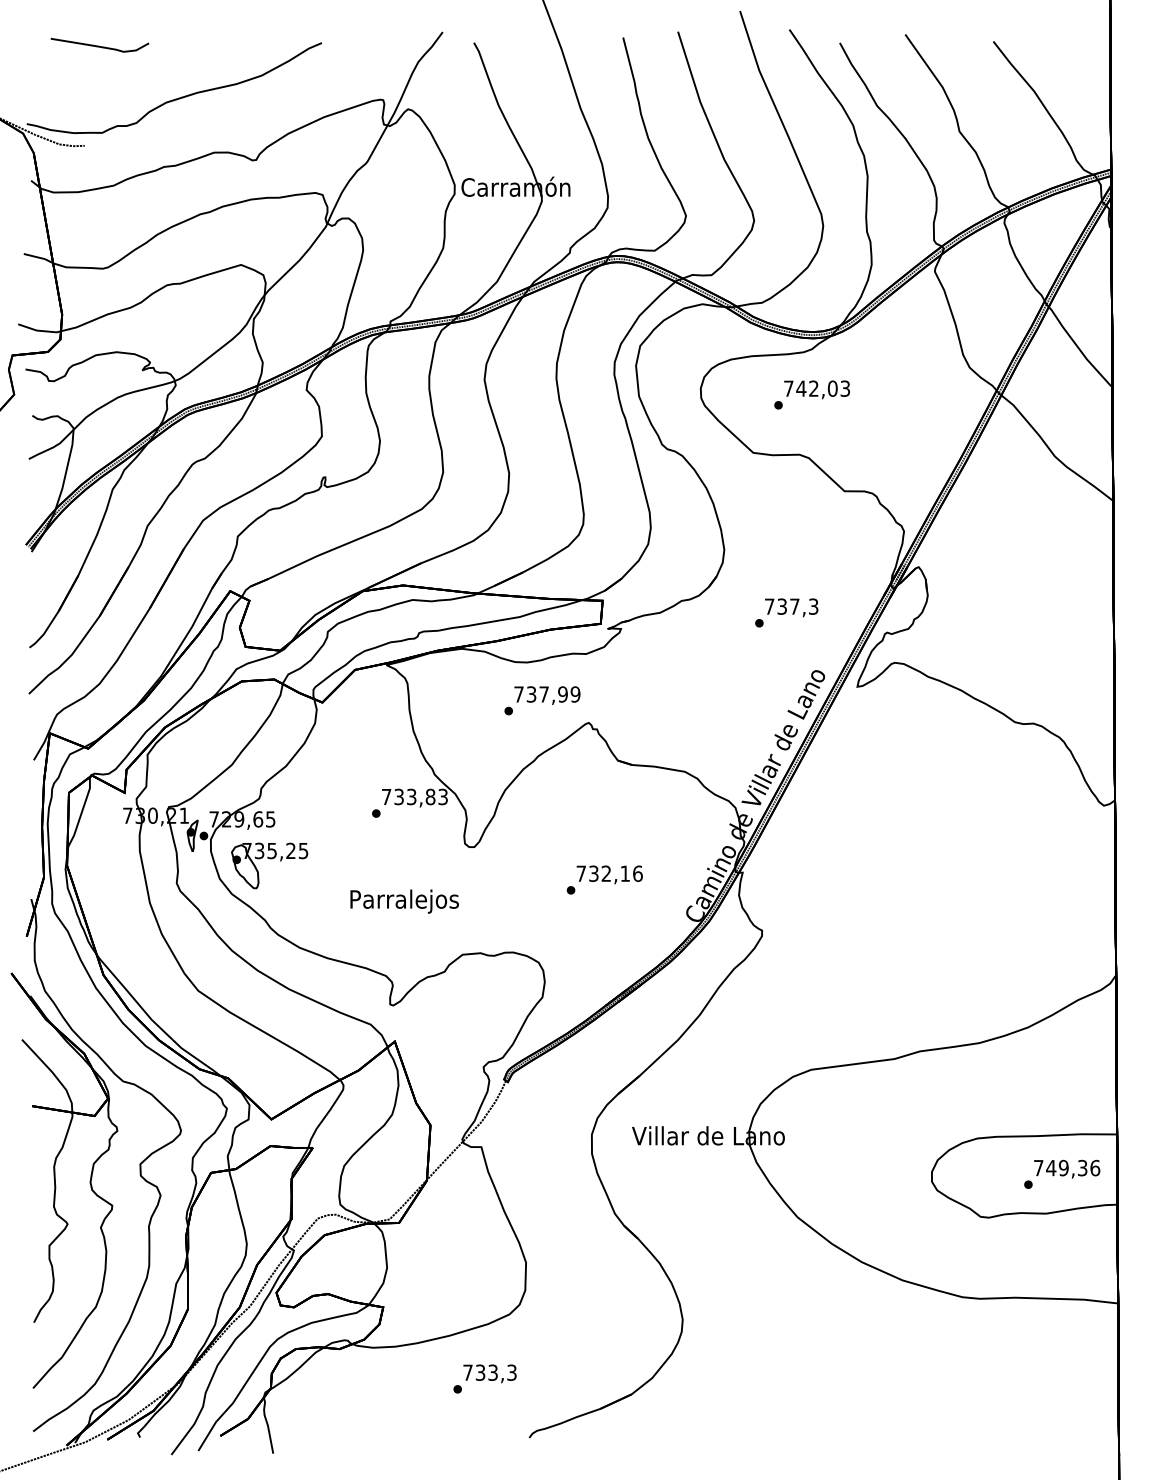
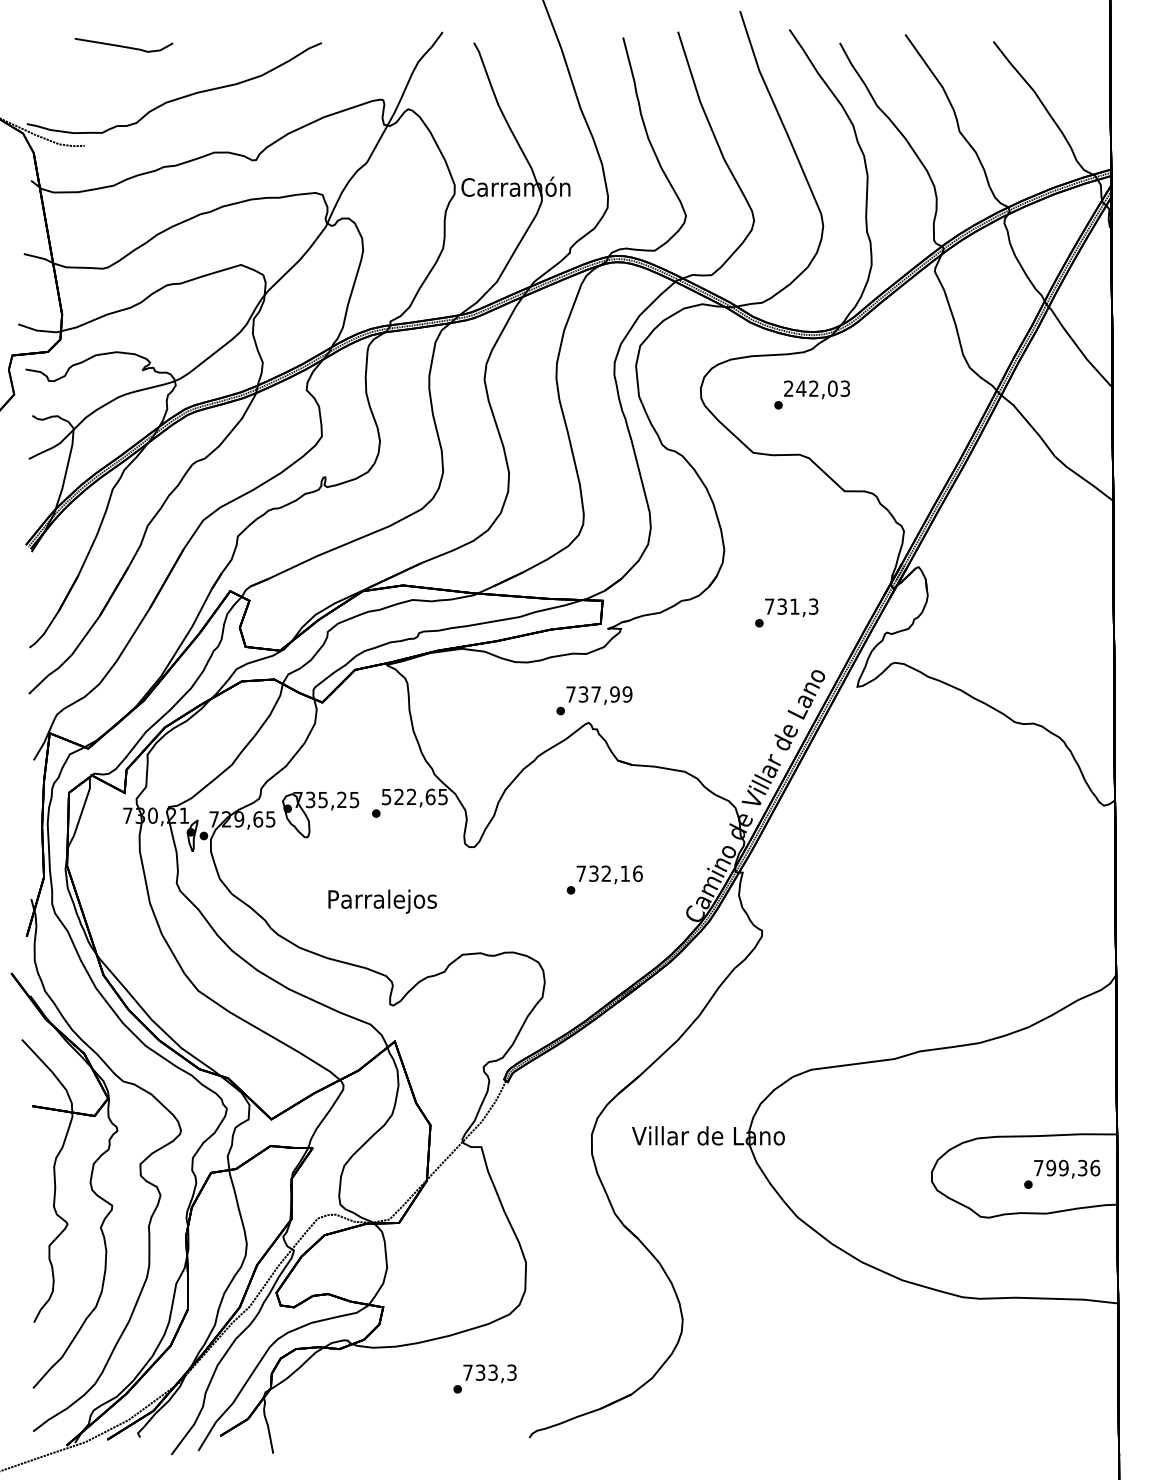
curve at (99, 45) position: (99, 45) -> (123, 45)
text at (788, 388): 742,03 -> 242,03
text at (794, 606): 737,3 -> 731,3
text at (542, 700) position: (542, 700) -> (594, 700)
text at (414, 796): 733,83 -> 522,65
part at (270, 859) position: (270, 859) -> (321, 808)
text at (404, 901) position: (404, 901) -> (382, 901)
text at (1051, 1167): 749,36 -> 799,36
